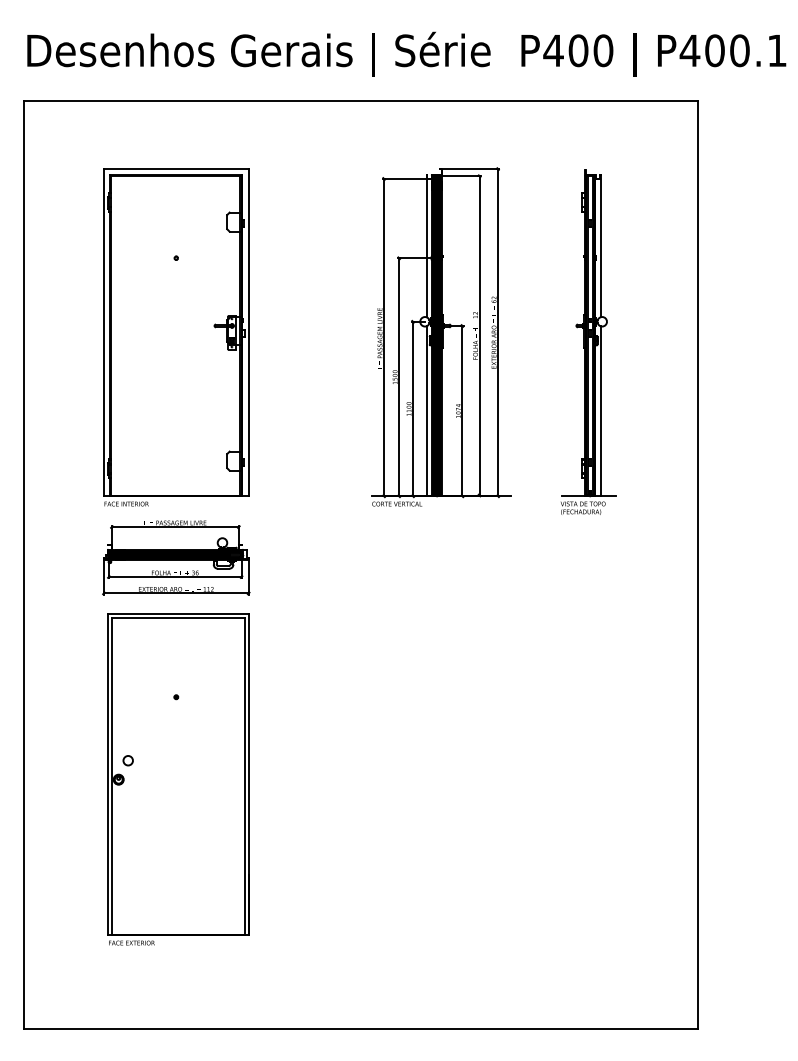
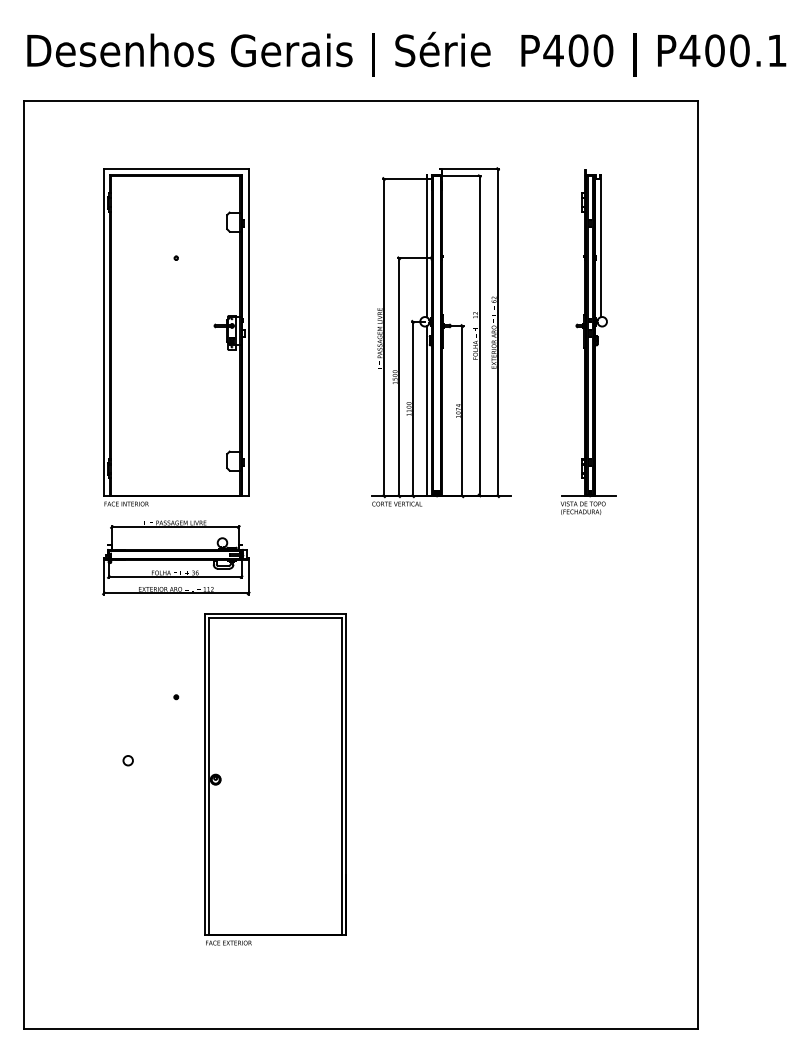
fill at (436, 332): present -> none
line at (600, 411): present -> none
fill at (175, 554): present -> none
part at (178, 779) position: (178, 779) -> (275, 779)
